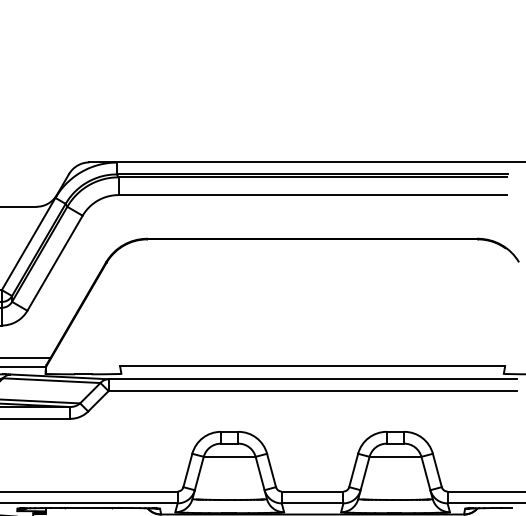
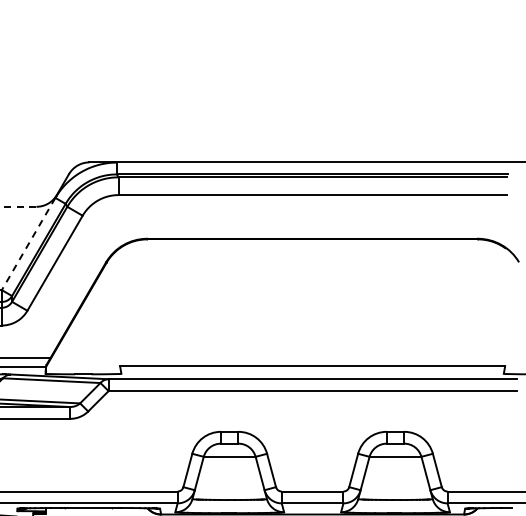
line at (18, 206): solid -> dashed
line at (28, 244): solid -> dashed
